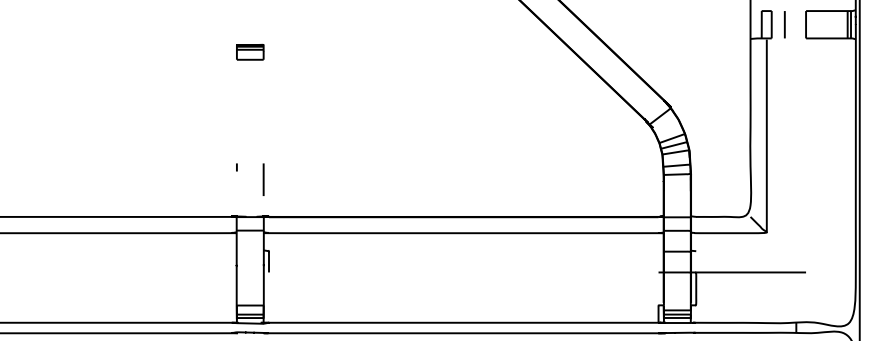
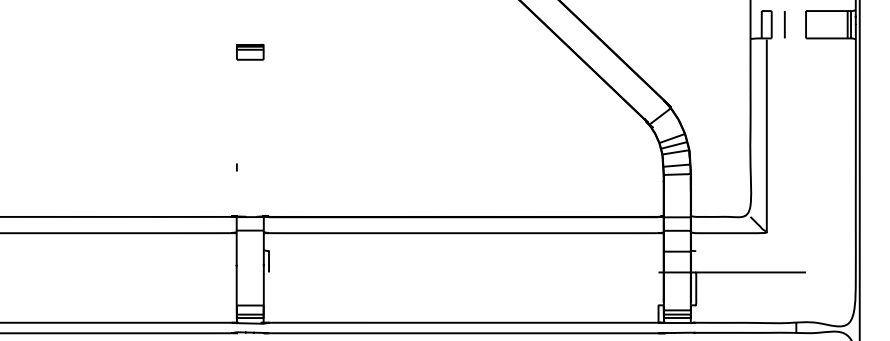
line at (263, 179): present -> none
